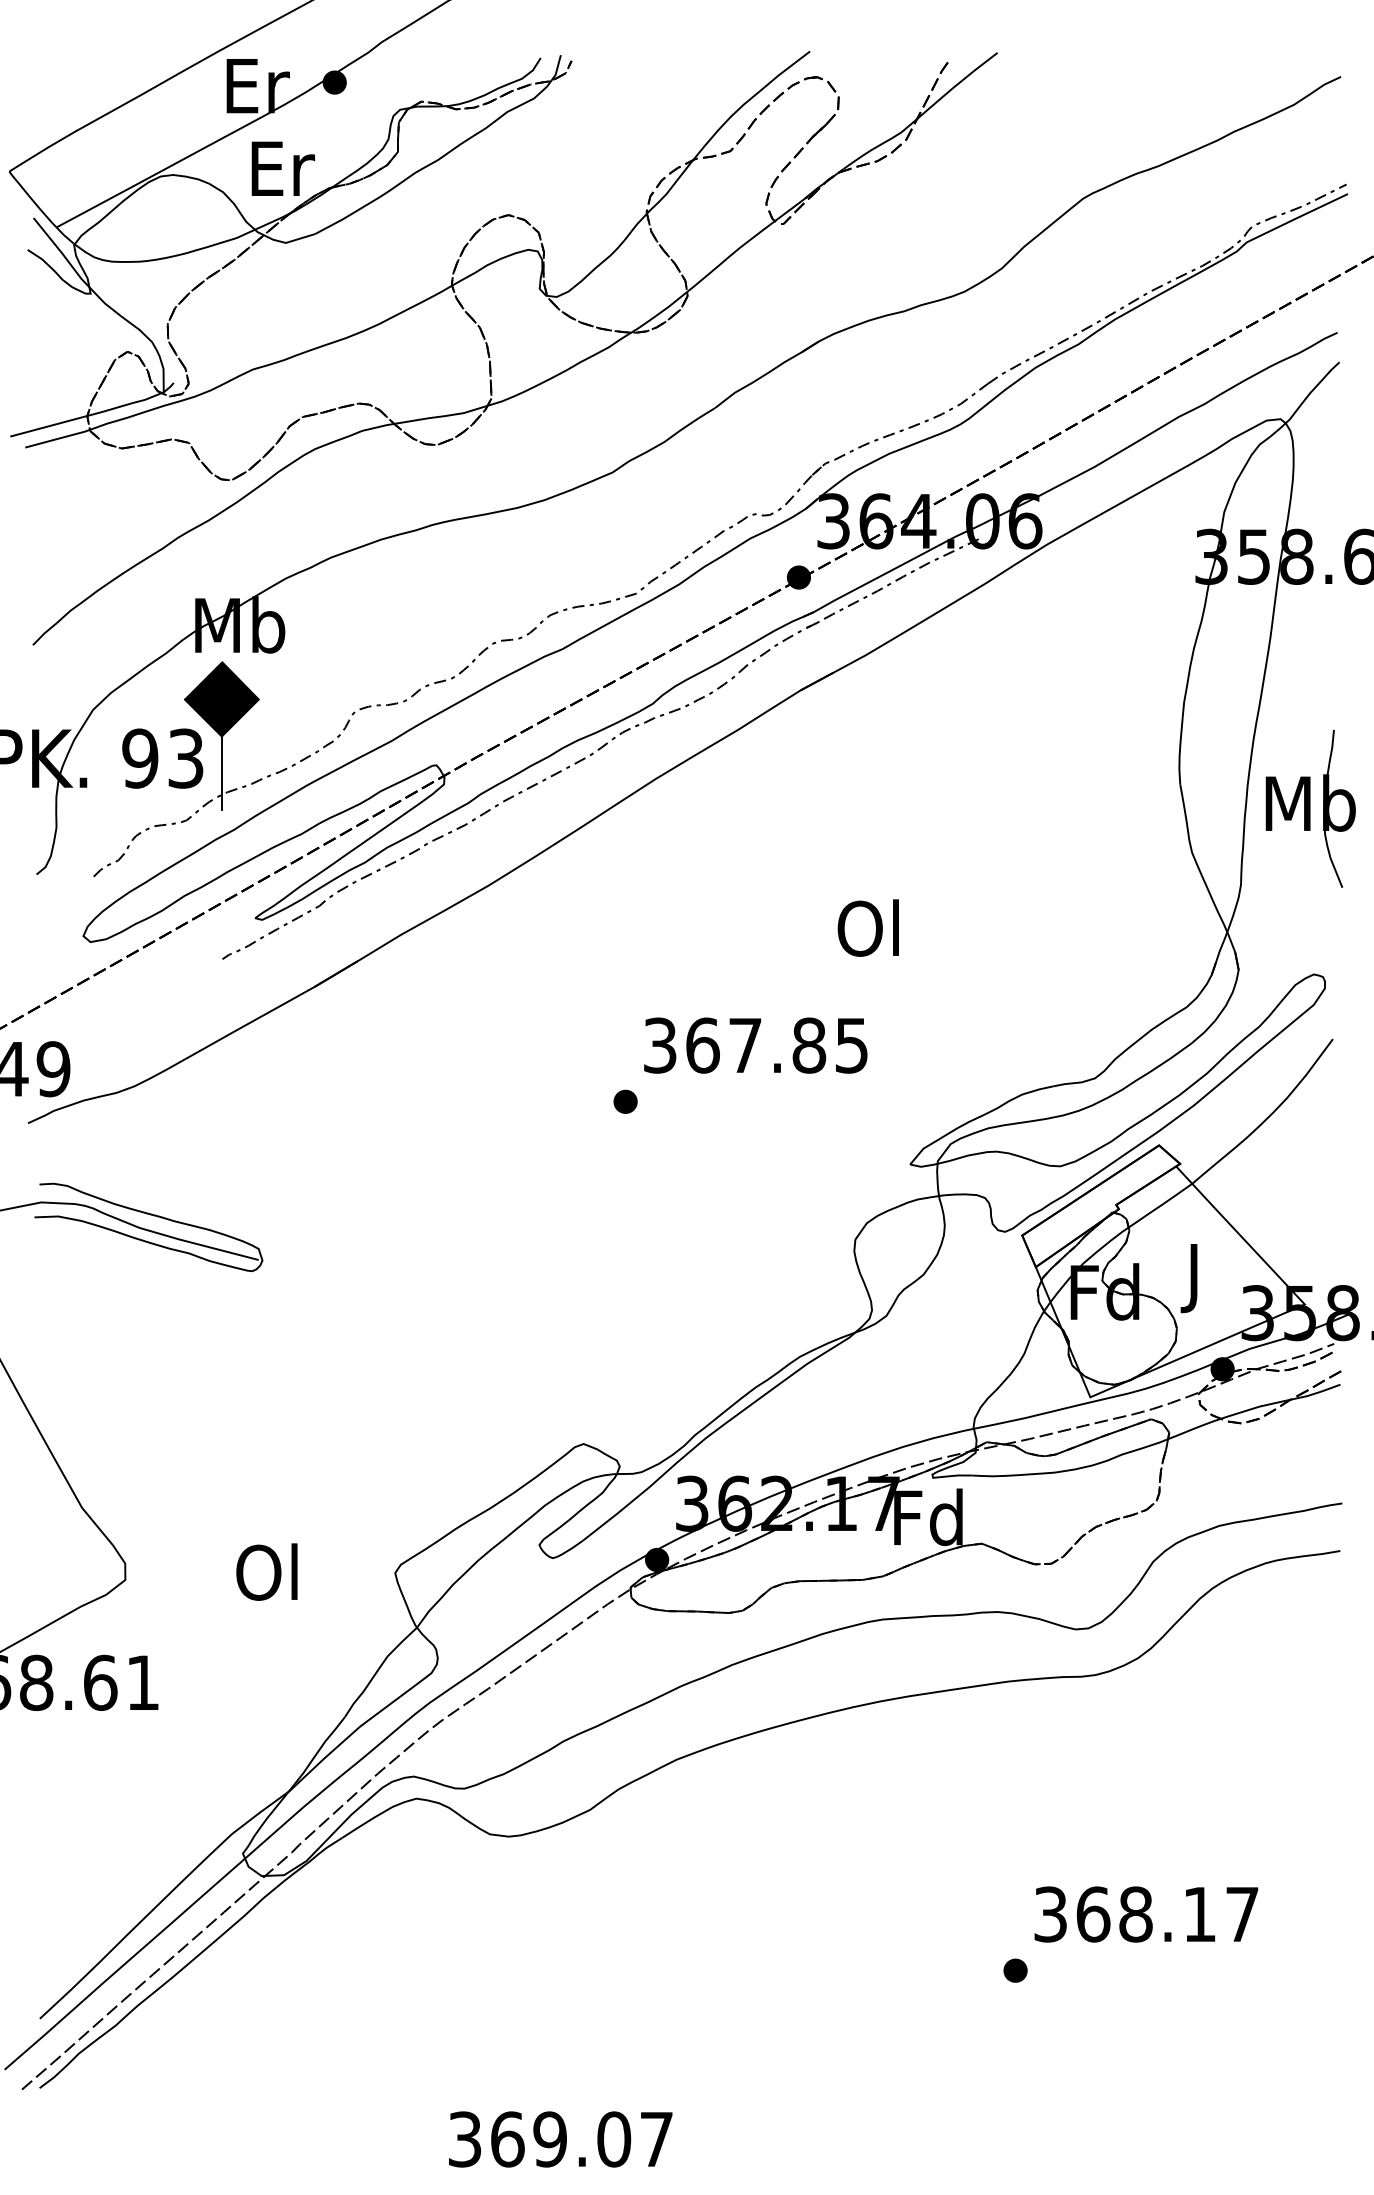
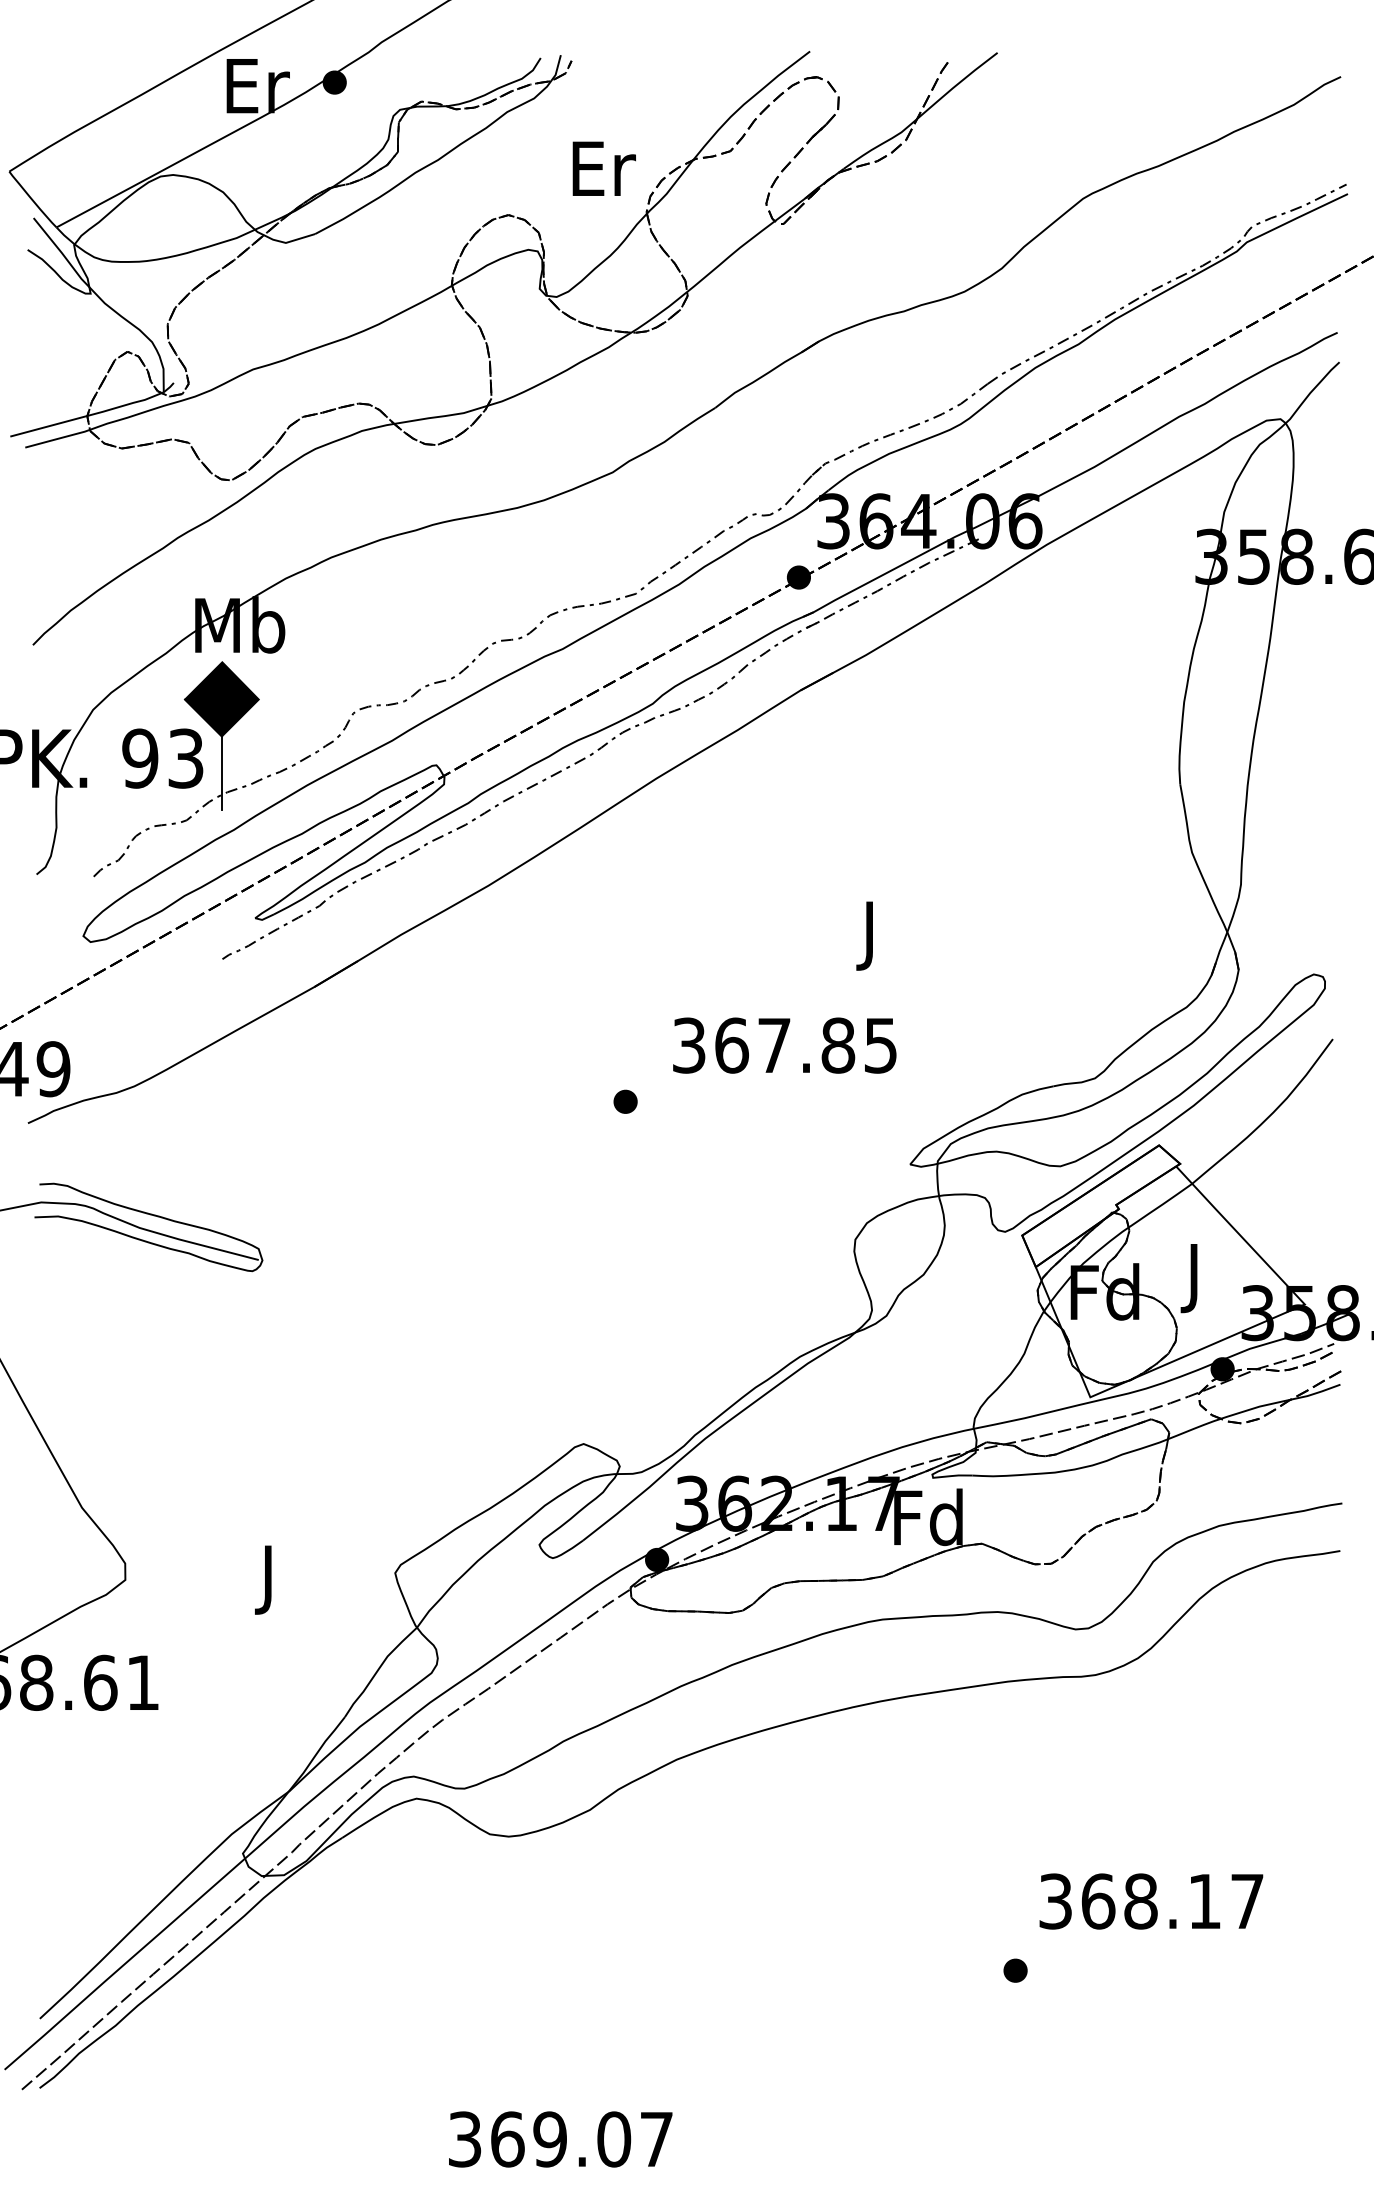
text at (282, 168) position: (282, 168) -> (603, 168)
part at (1310, 808): present -> none
text at (867, 934): Ol -> J
text at (755, 1045) position: (755, 1045) -> (784, 1045)
text at (266, 1578): Ol -> J
text at (1146, 1914) position: (1146, 1914) -> (1151, 1901)
